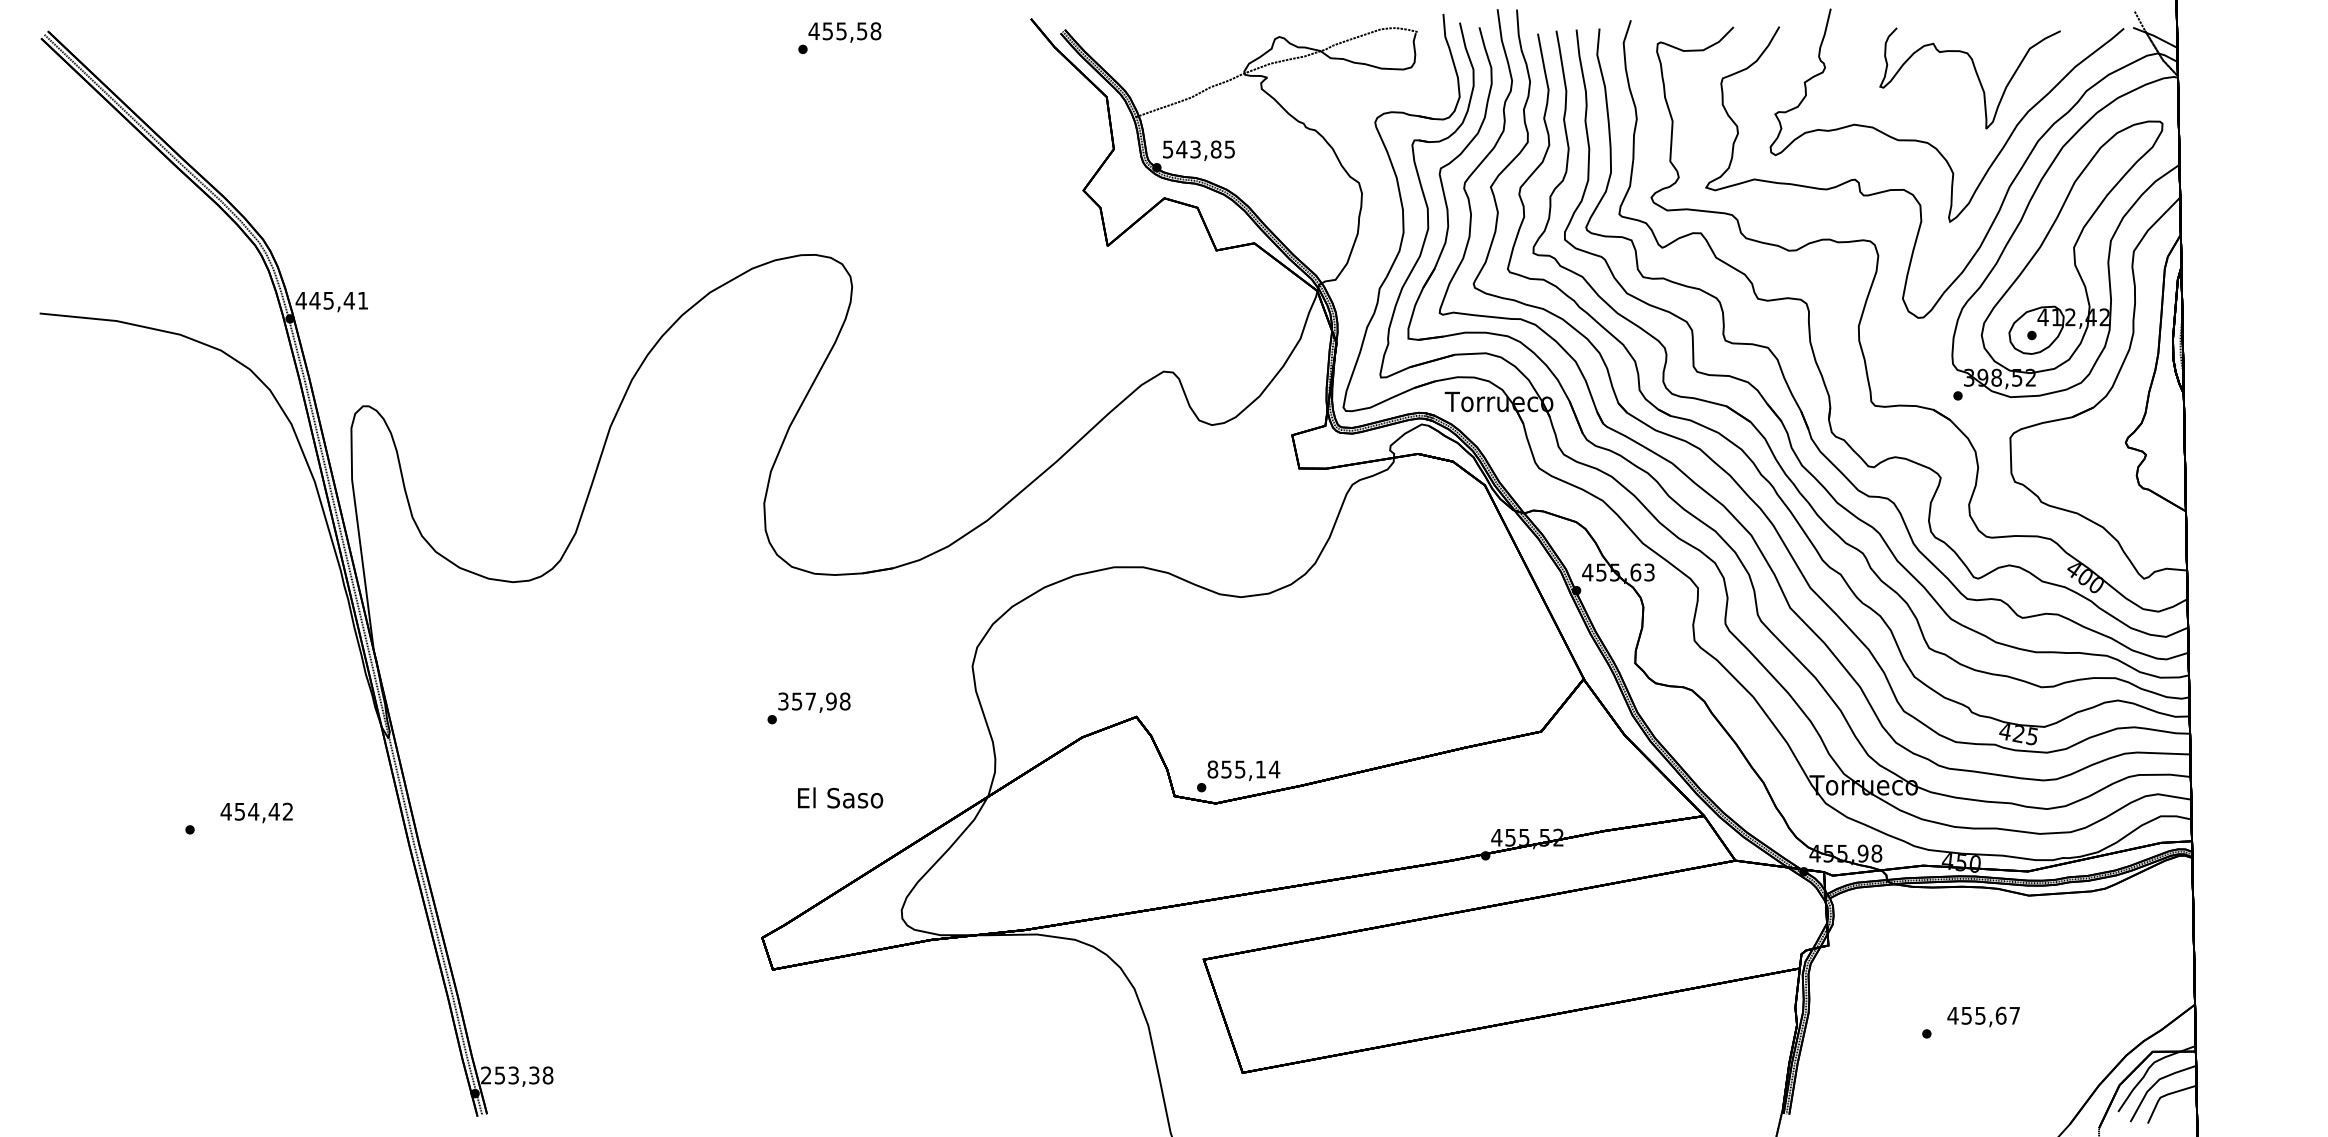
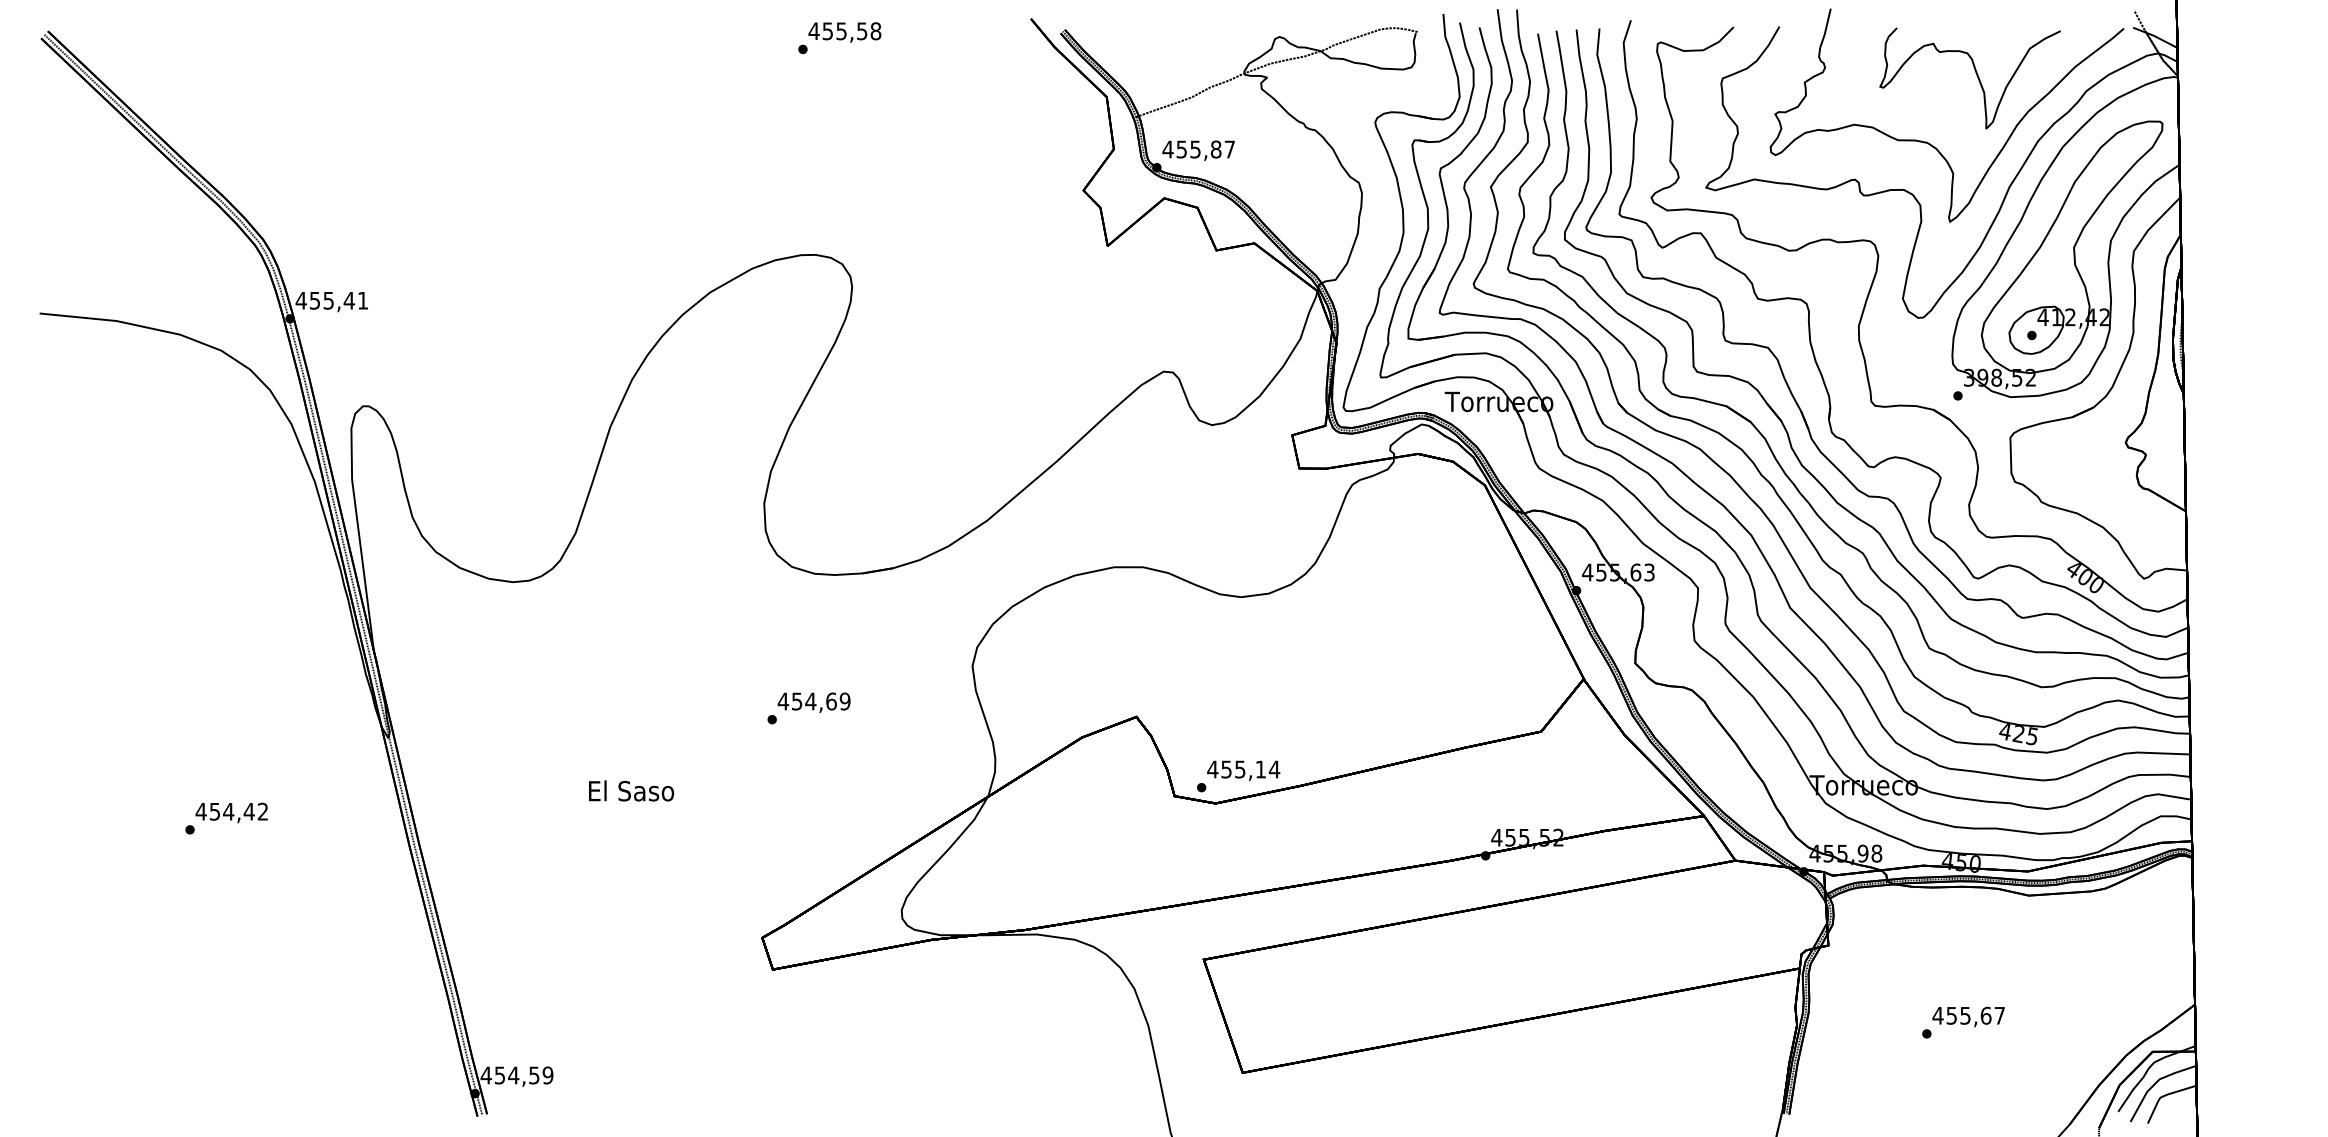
text at (1198, 149): 543,85 -> 455,87
text at (314, 300): 445,41 -> 455,41
text at (813, 701): 357,98 -> 454,69
text at (1212, 769): 855,14 -> 455,14
text at (840, 797) position: (840, 797) -> (631, 790)
text at (256, 812) position: (256, 812) -> (231, 812)
text at (1983, 1016) position: (1983, 1016) -> (1968, 1016)
text at (516, 1075): 253,38 -> 454,59
